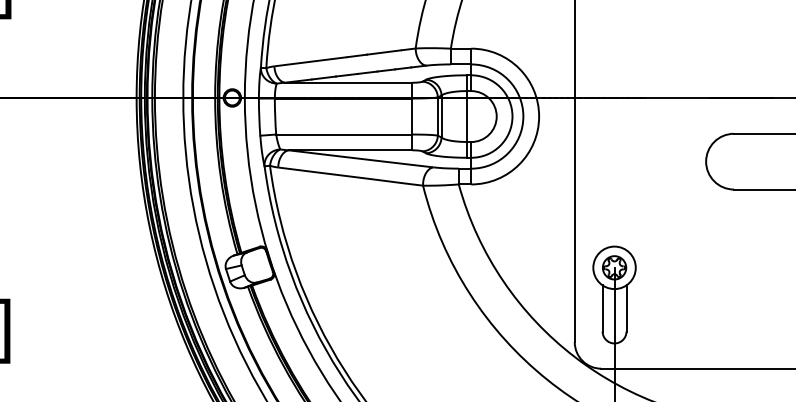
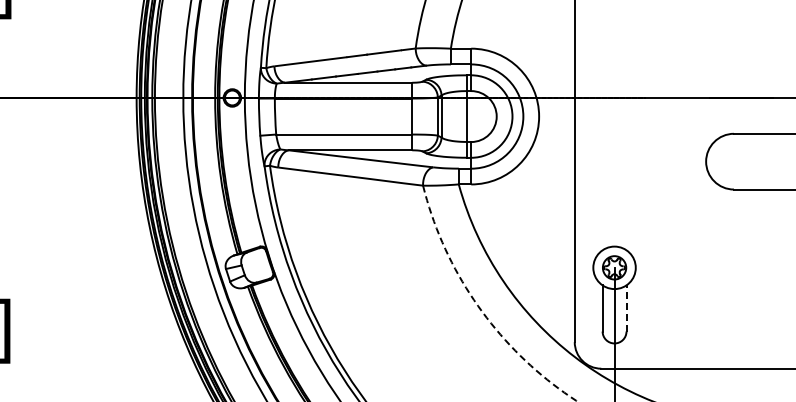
line at (626, 307): solid -> dashed
arc at (480, 309): solid -> dashed
